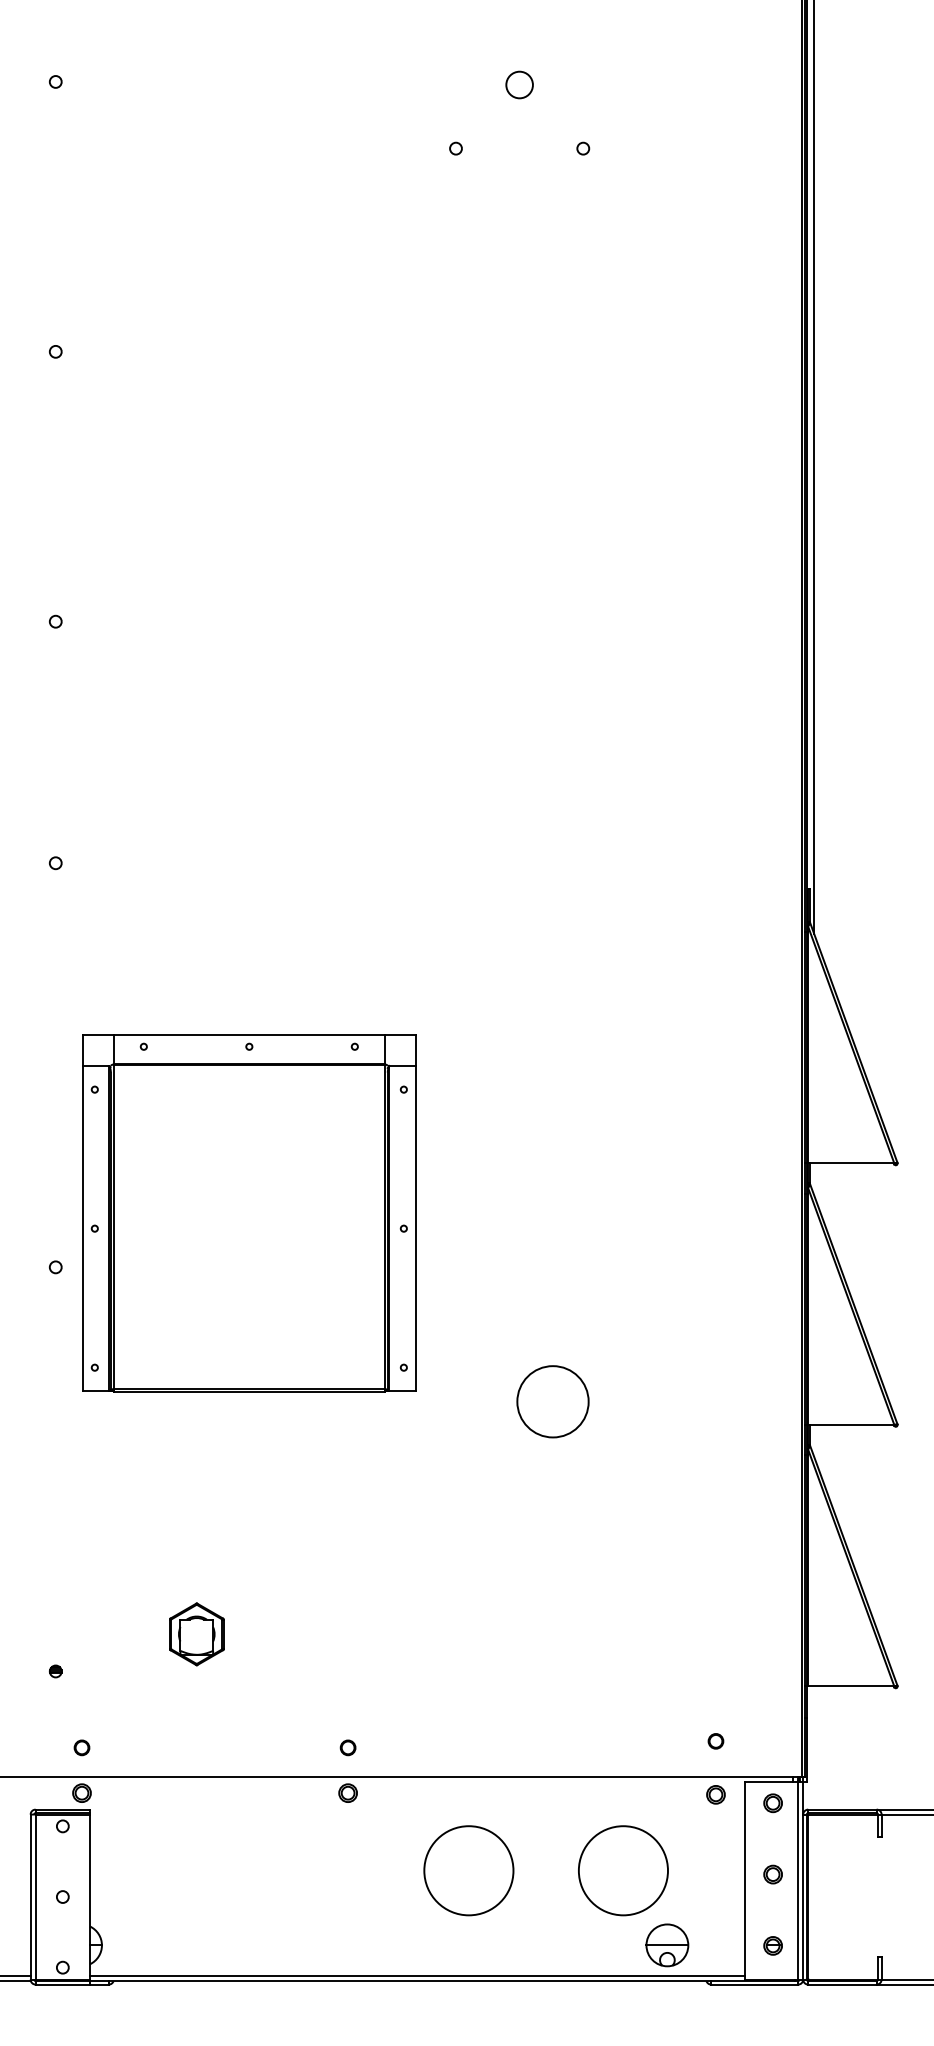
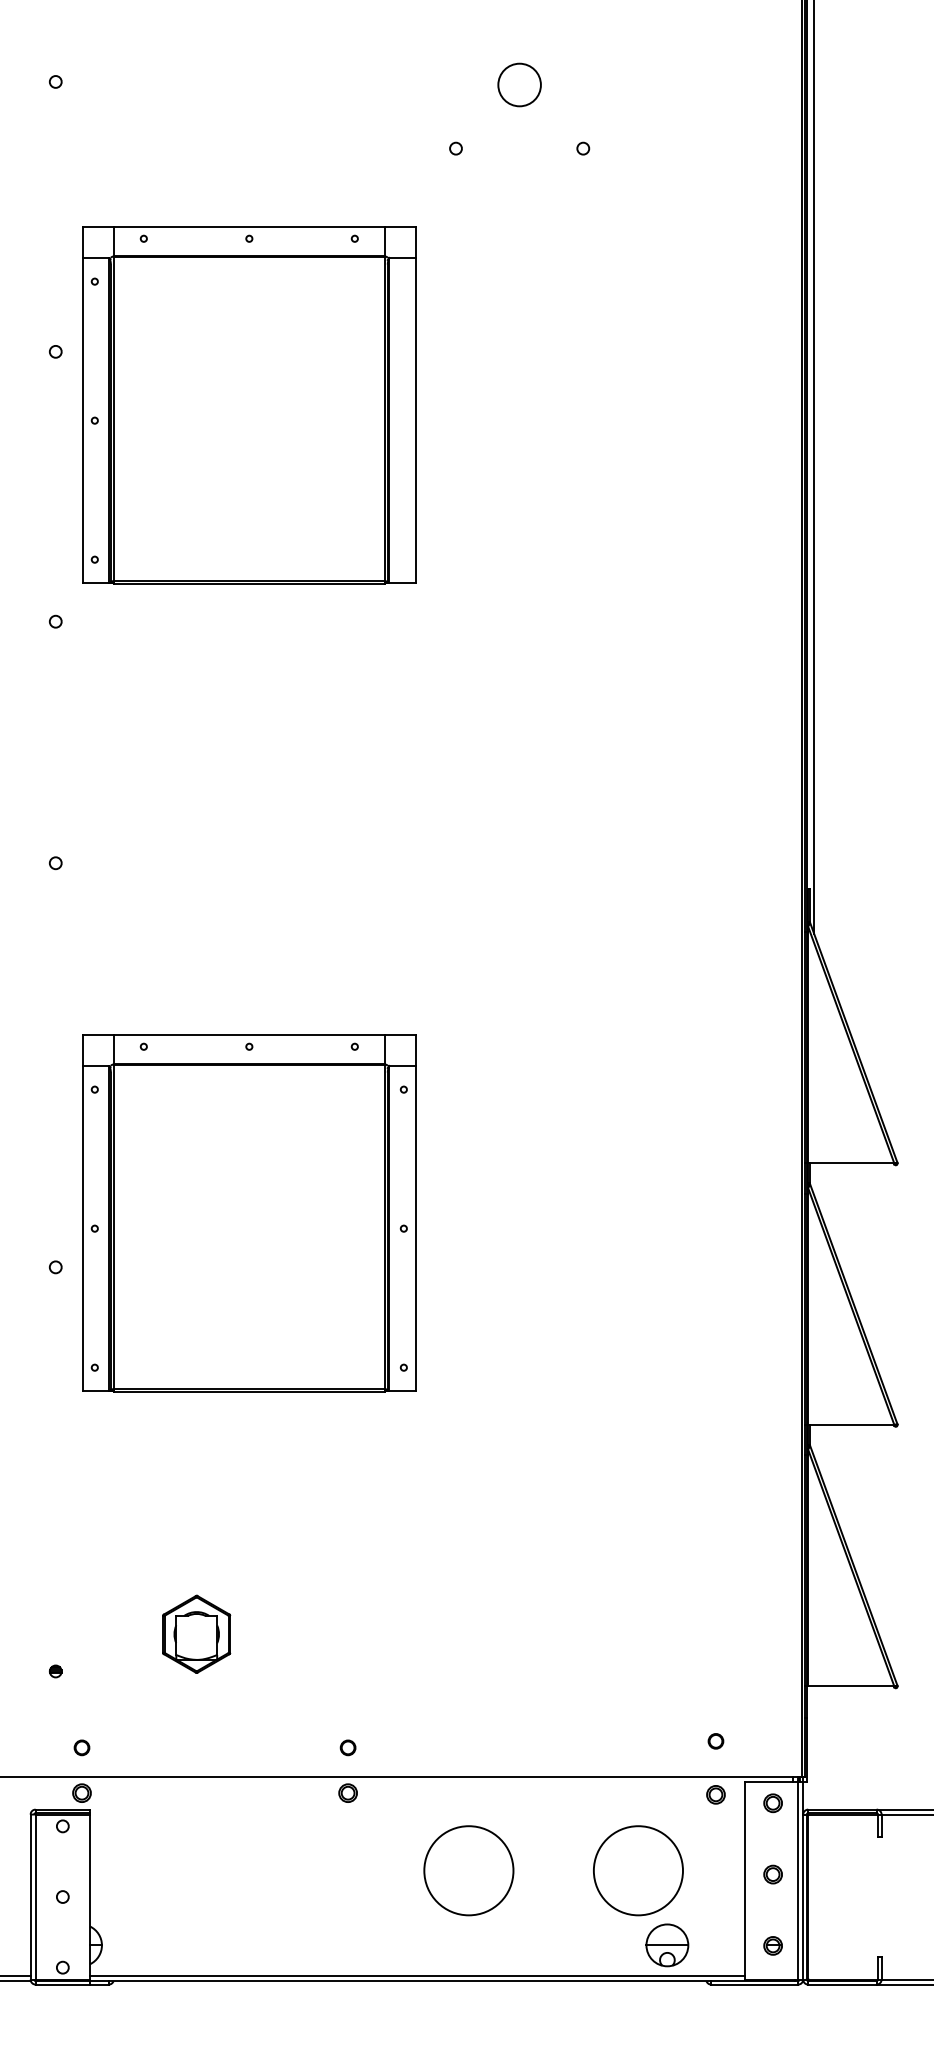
circle at (519, 84) diameter: 27 px -> 43 px
part at (249, 405): none -> present
circle at (552, 1401): present -> none
part at (196, 1634) size: 56x65 px -> 70x80 px
circle at (623, 1870) position: (623, 1870) -> (638, 1870)
